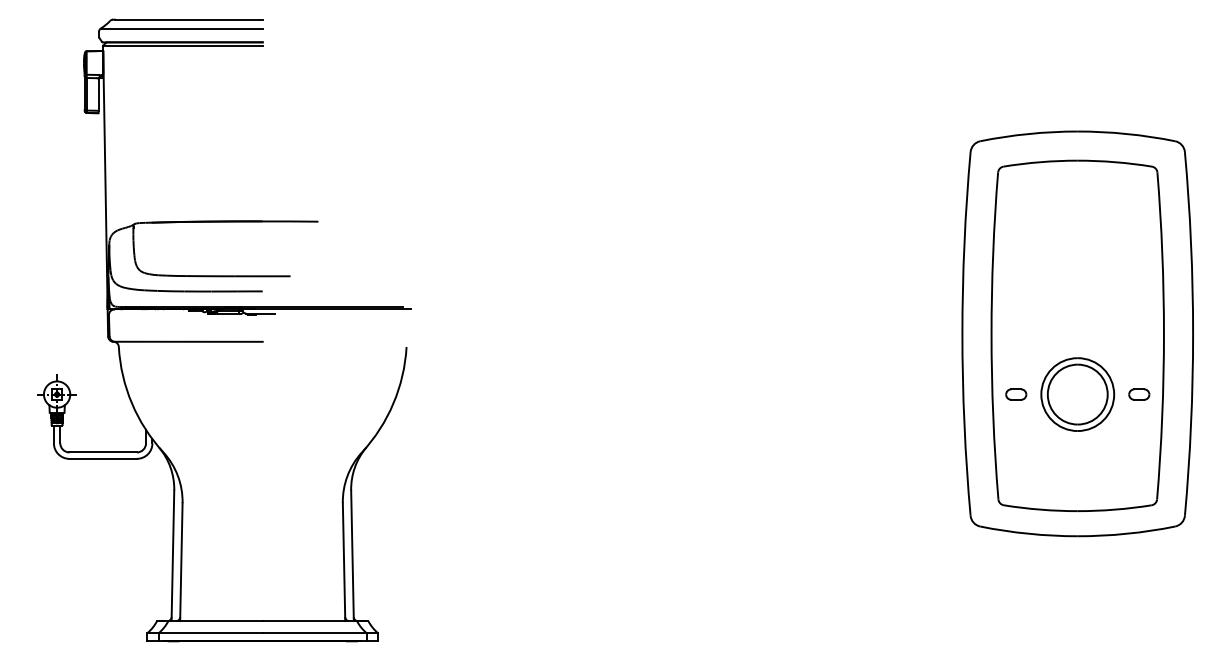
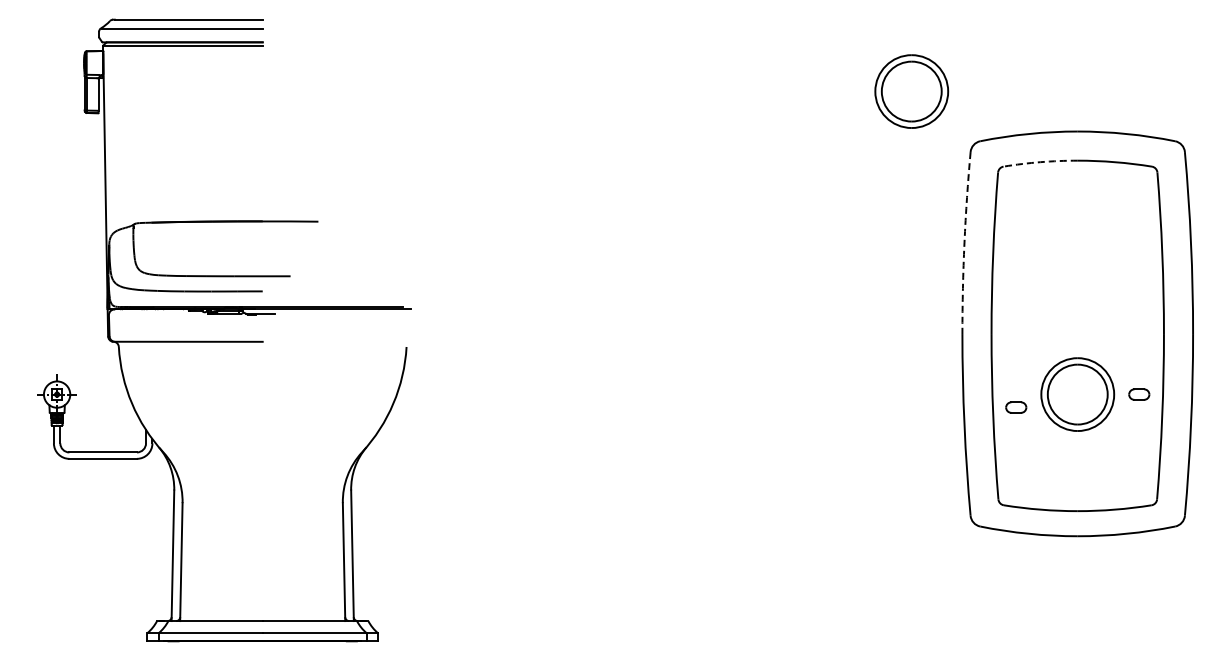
part at (911, 91): none -> present
arc at (1040, 162): solid -> dashed
arc at (964, 242): solid -> dashed
part at (1016, 394) position: (1016, 394) -> (1016, 407)
